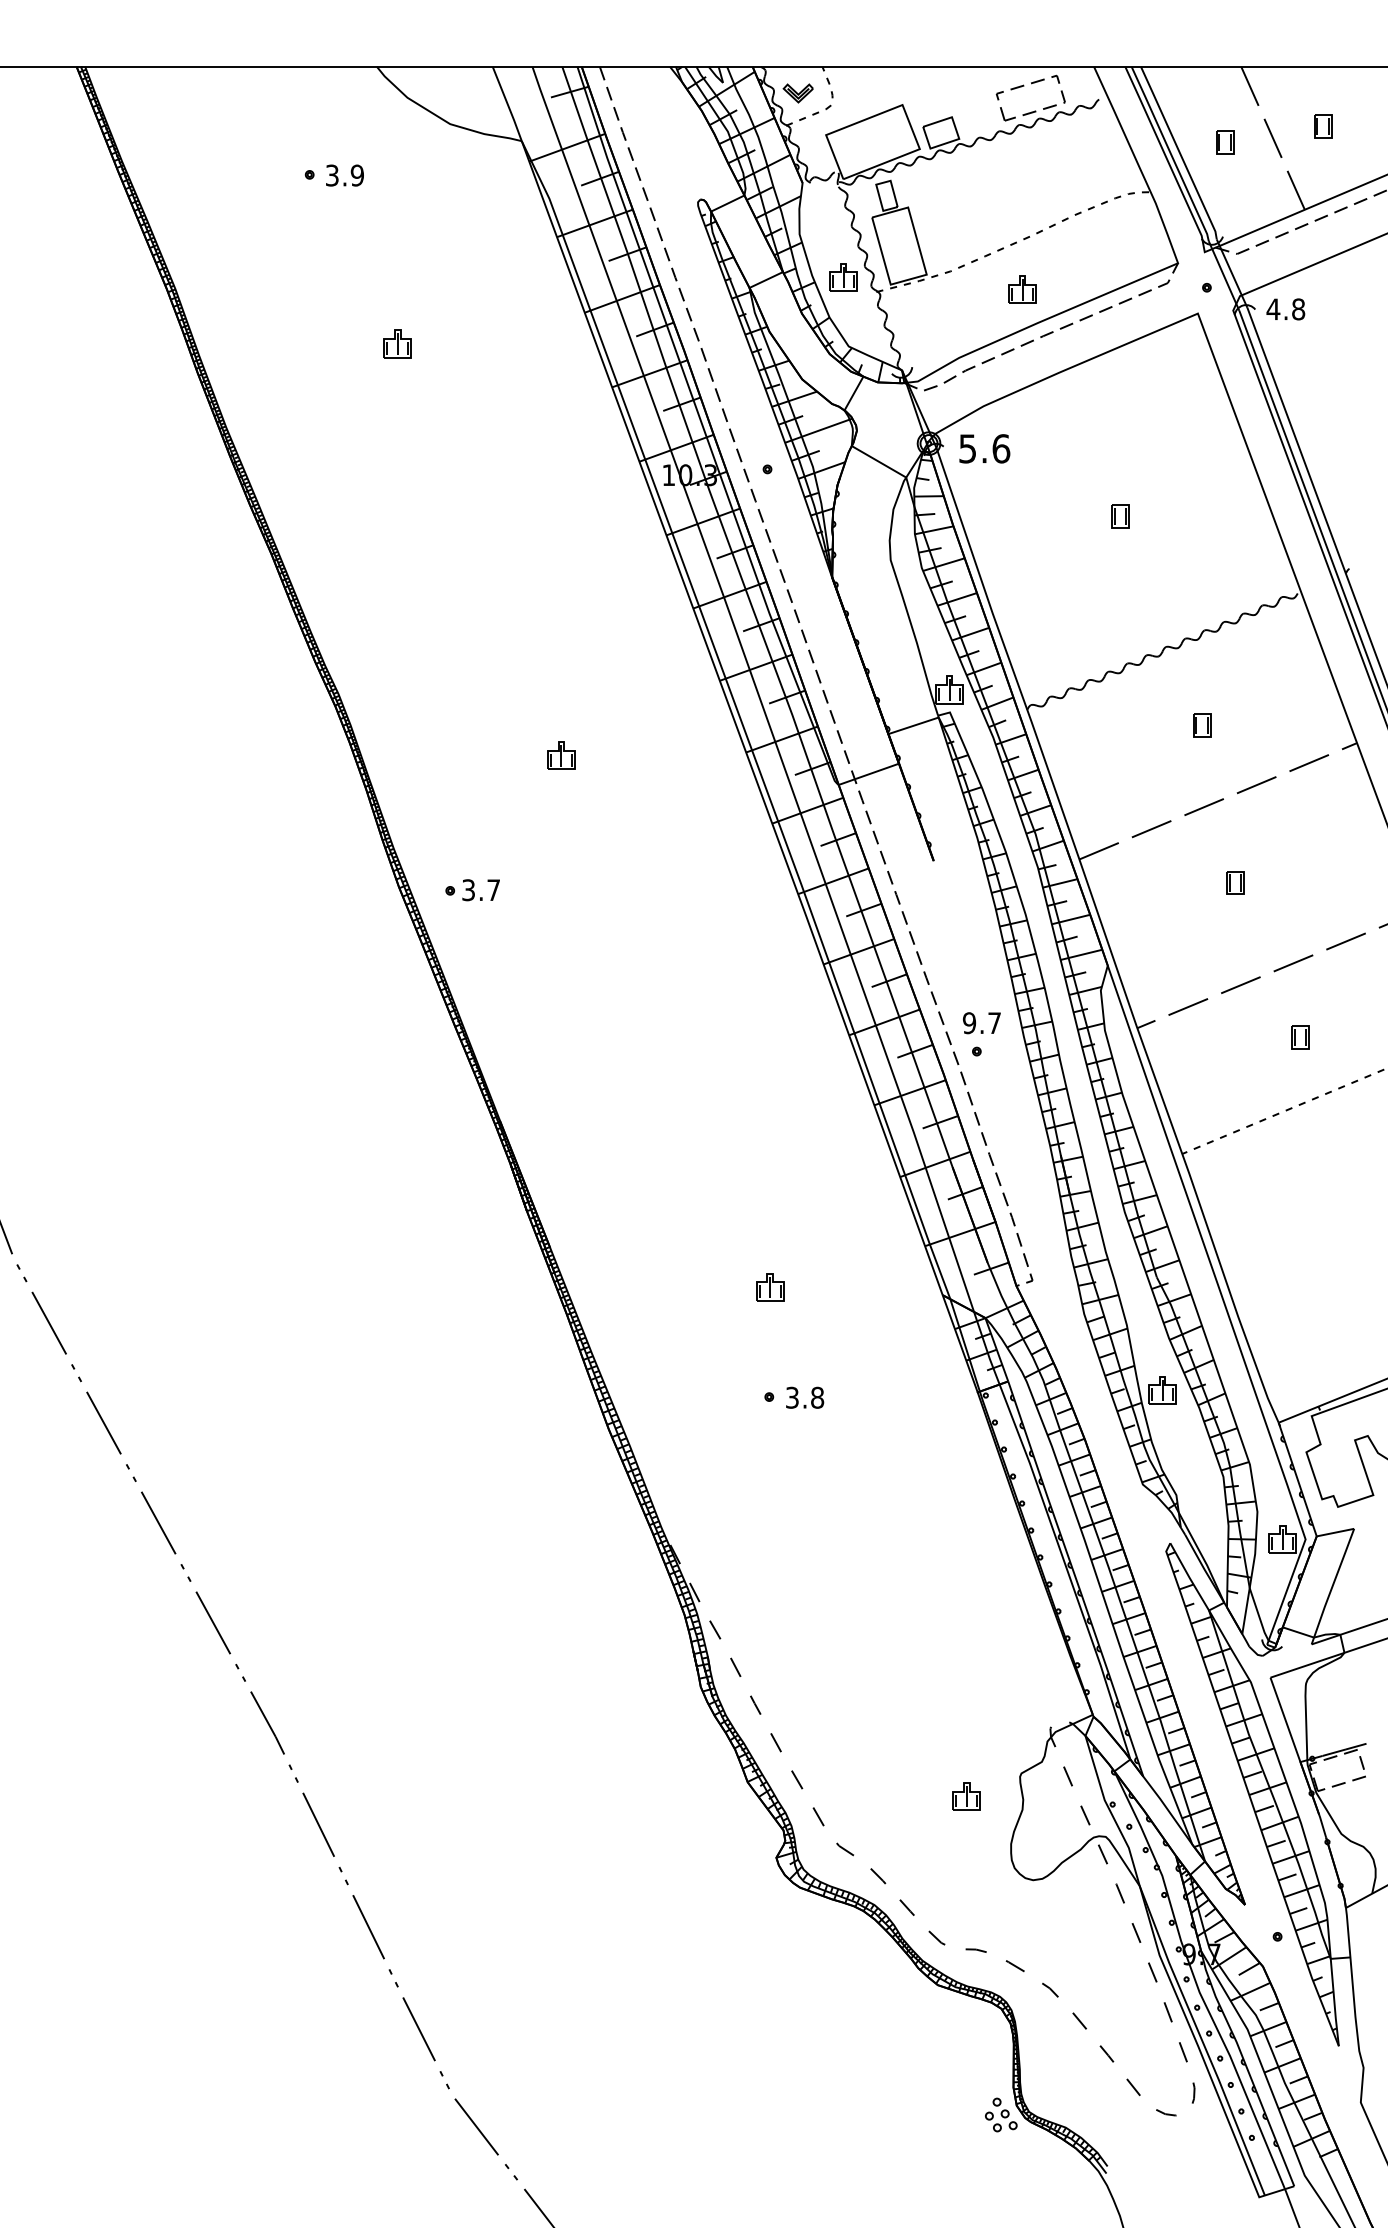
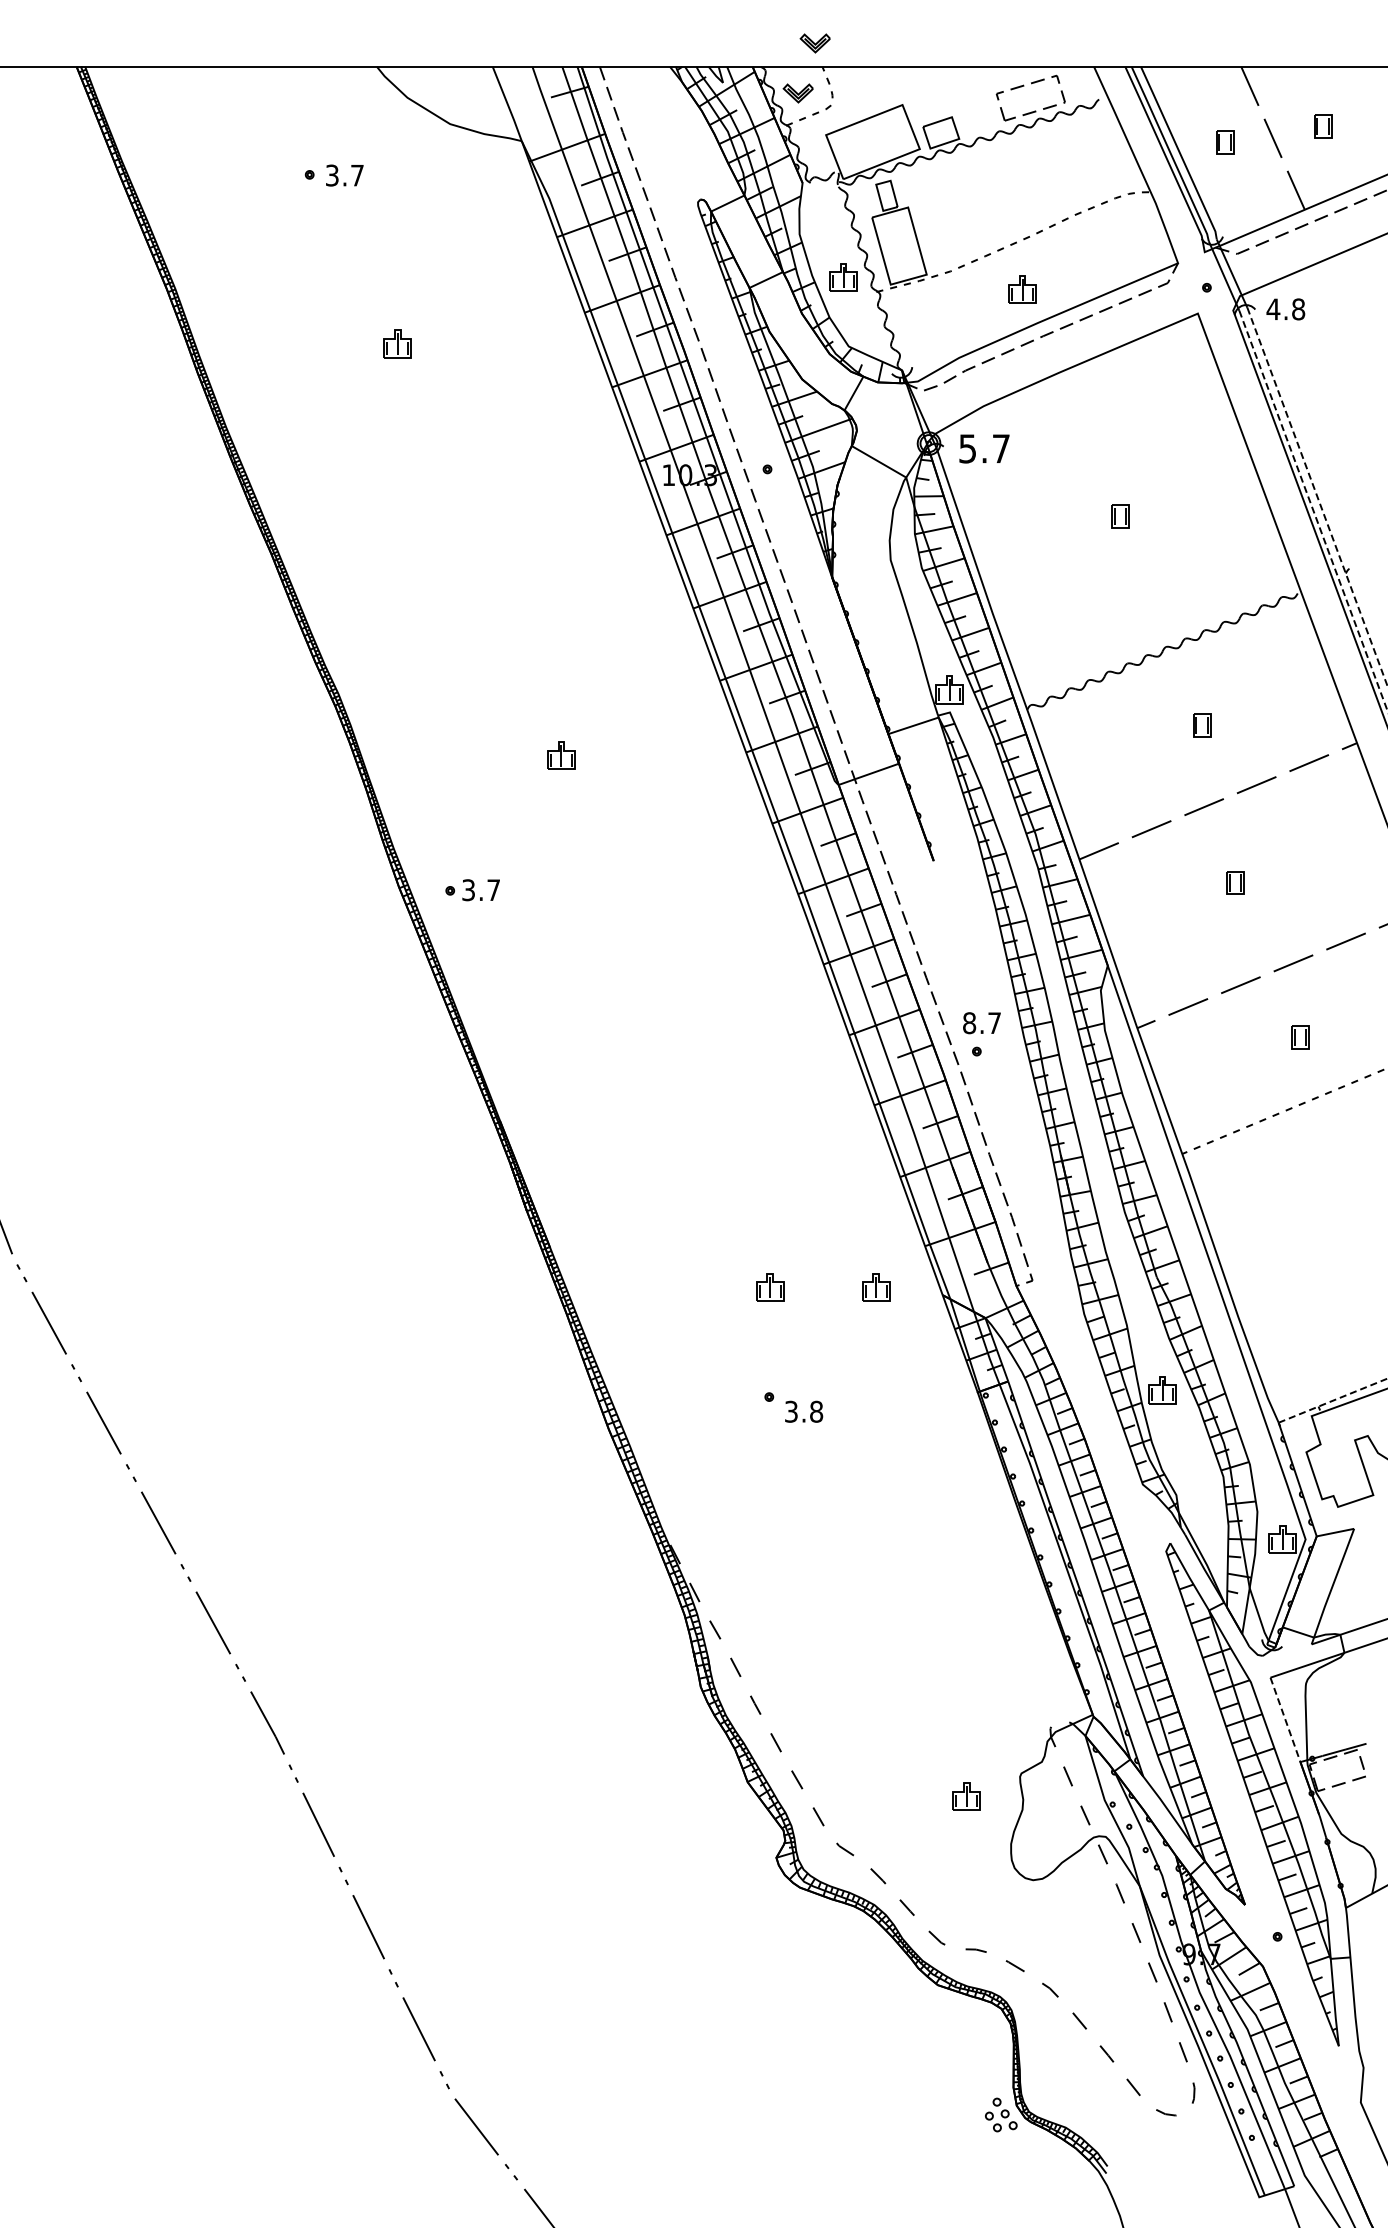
part at (814, 43): none -> present
text at (356, 175): 3.9 -> 3.7
text at (1001, 448): 5.6 -> 5.7
line at (1317, 497): solid -> dashed
line at (1313, 511): solid -> dashed
text at (969, 1023): 9.7 -> 8.7
part at (876, 1287): none -> present
text at (805, 1397) position: (805, 1397) -> (804, 1411)
line at (1333, 1400): solid -> dashed
line at (1285, 1719): solid -> dashed
